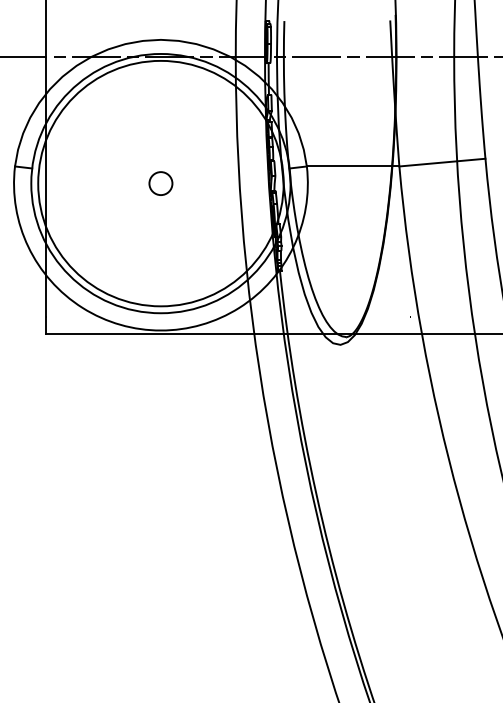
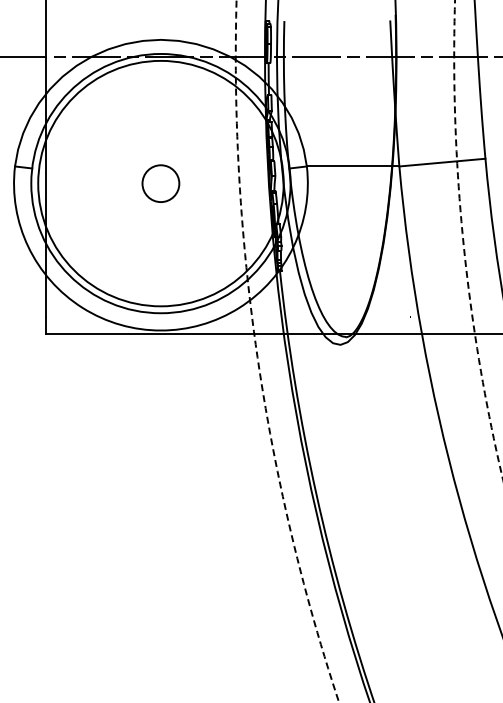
circle at (160, 183) size: 26x25 px -> 40x39 px
circle at (478, 239): solid -> dashed
circle at (287, 351): solid -> dashed
